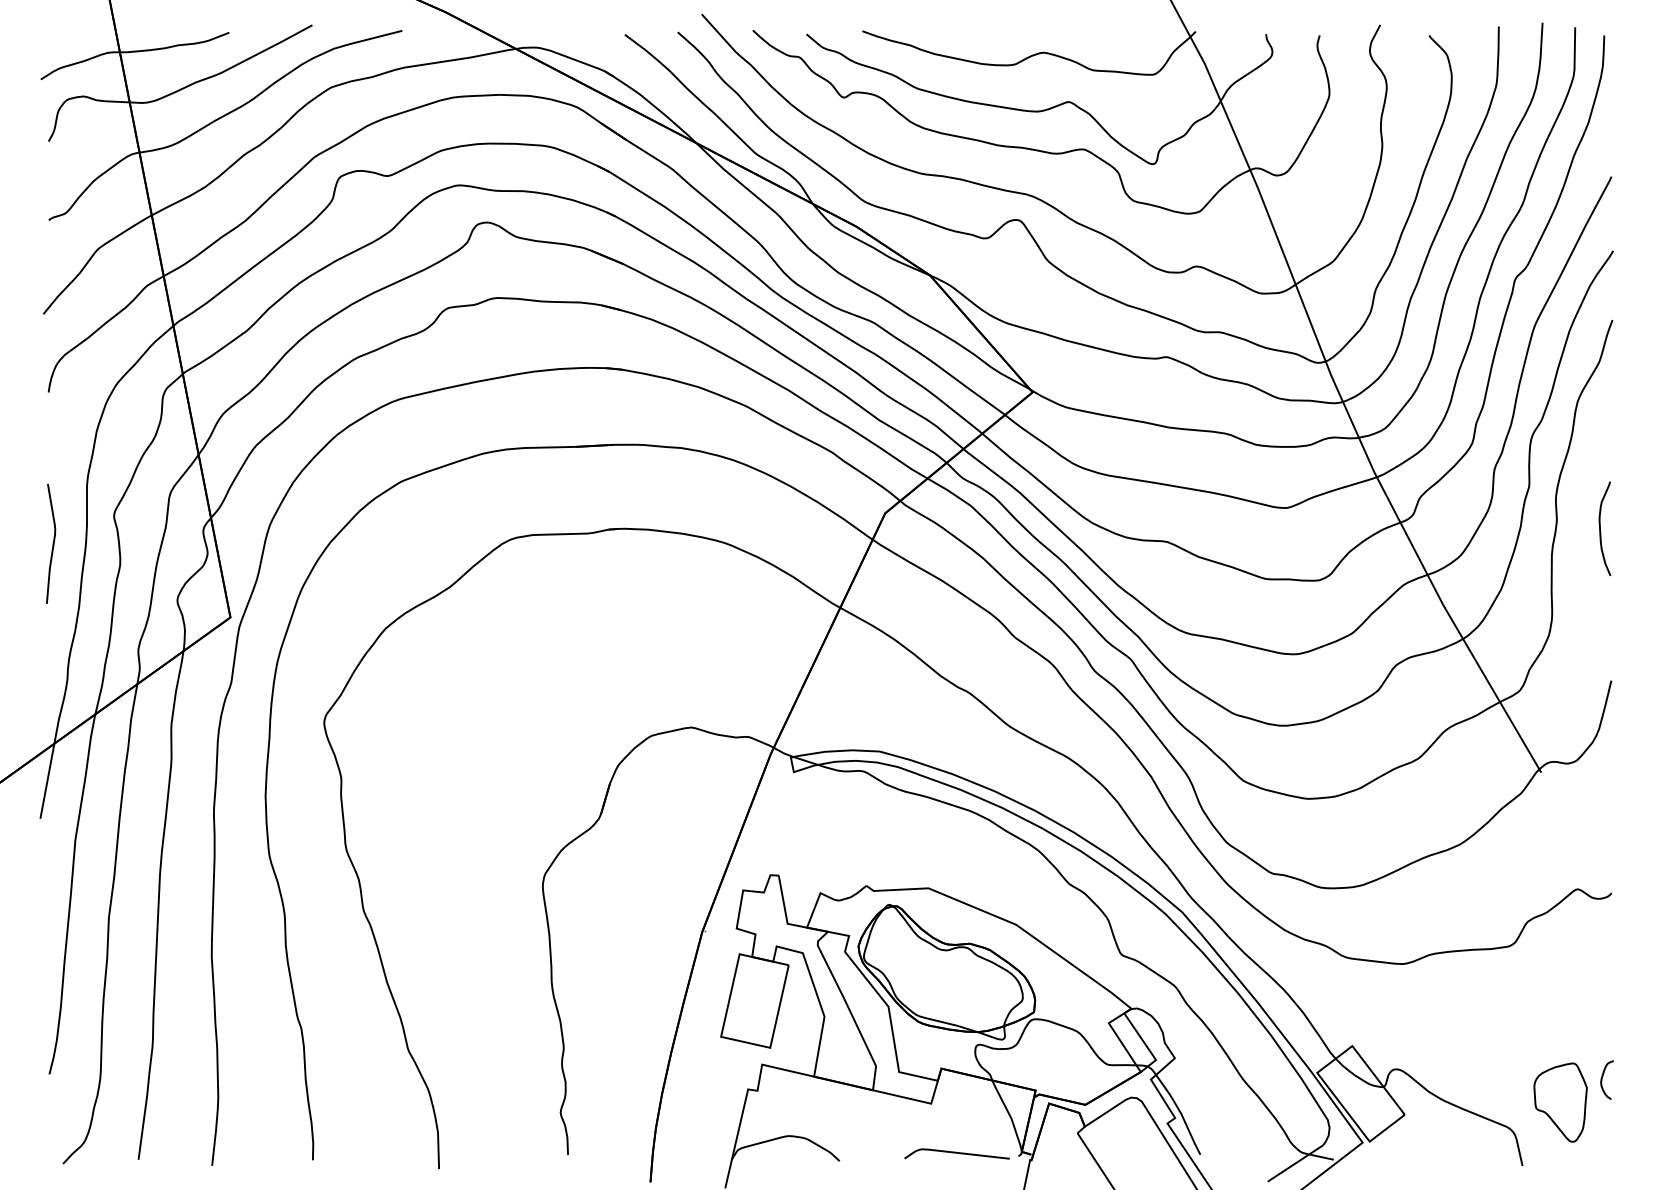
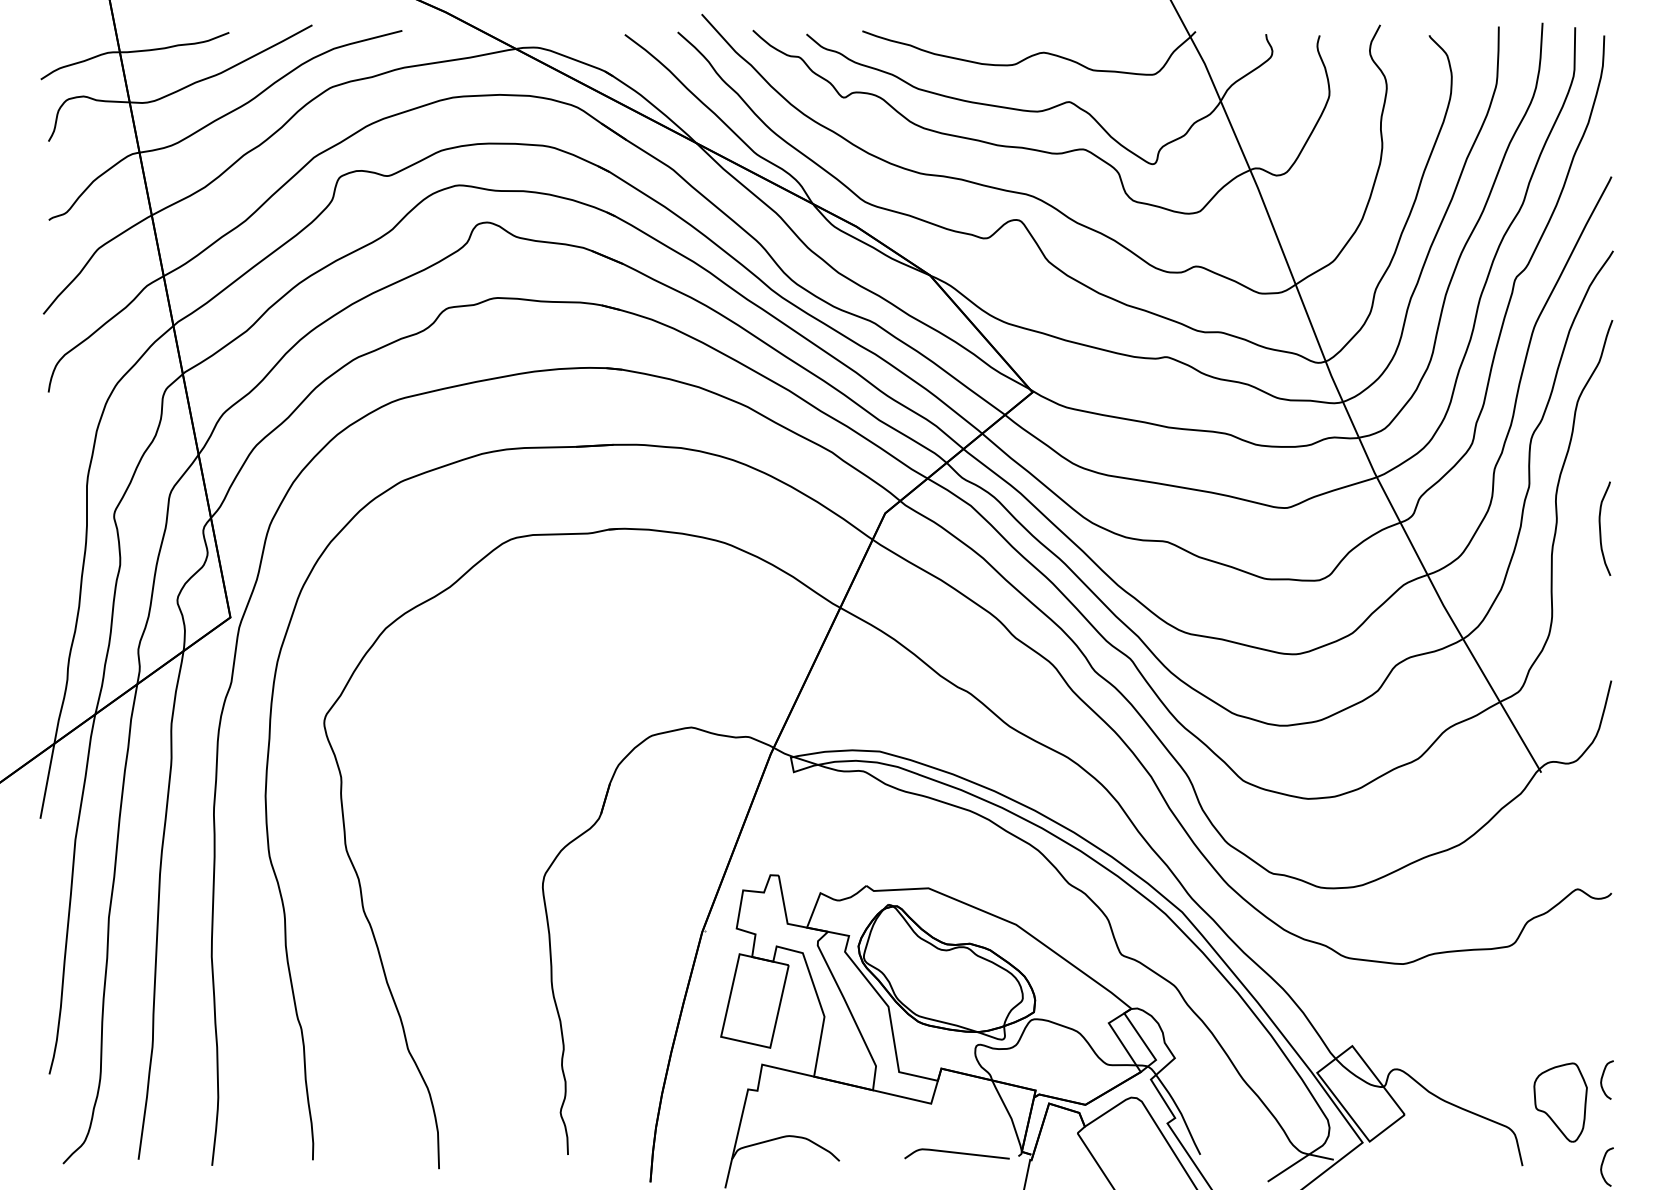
curve at (52, 543): present -> none
curve at (1602, 1166): none -> present
